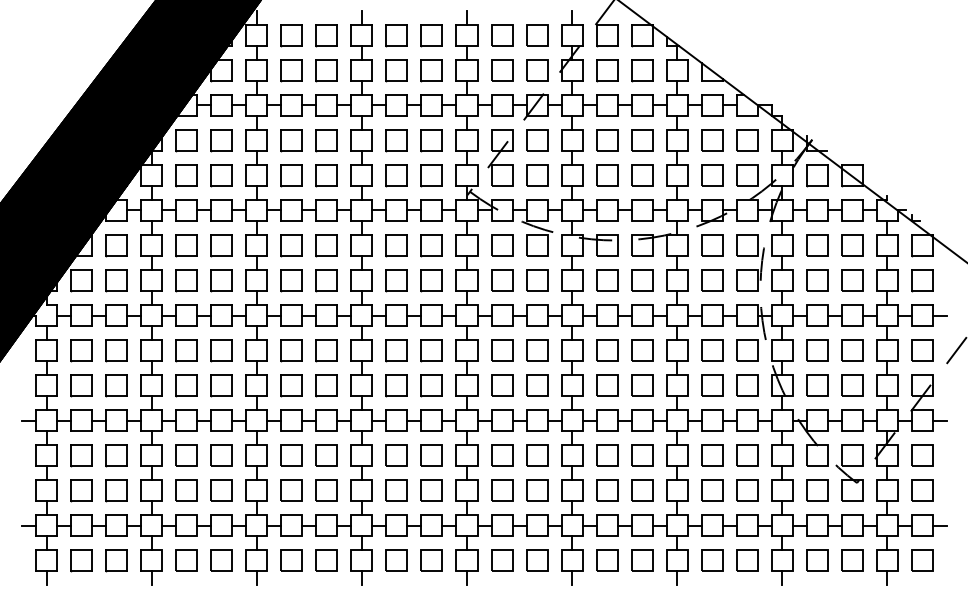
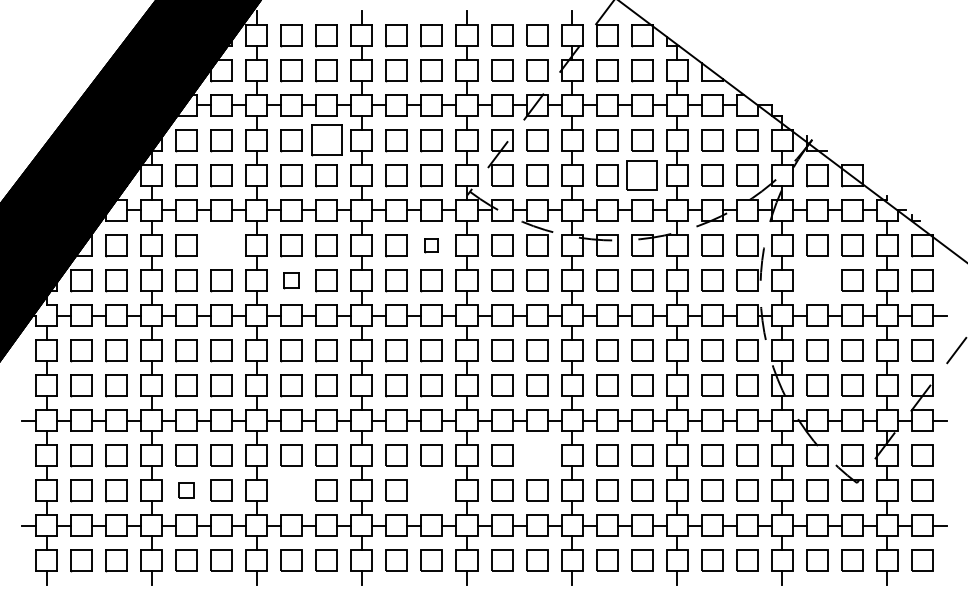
part at (326, 140) size: 23x24 px -> 32x33 px
part at (642, 175) size: 23x23 px -> 32x31 px
part at (221, 245): present -> none
part at (431, 245) size: 23x24 px -> 15x16 px
part at (291, 280) size: 23x24 px -> 17x18 px
part at (817, 280): present -> none
part at (537, 455): present -> none
part at (186, 490) size: 23x23 px -> 17x17 px
part at (291, 490): present -> none
part at (431, 490): present -> none
